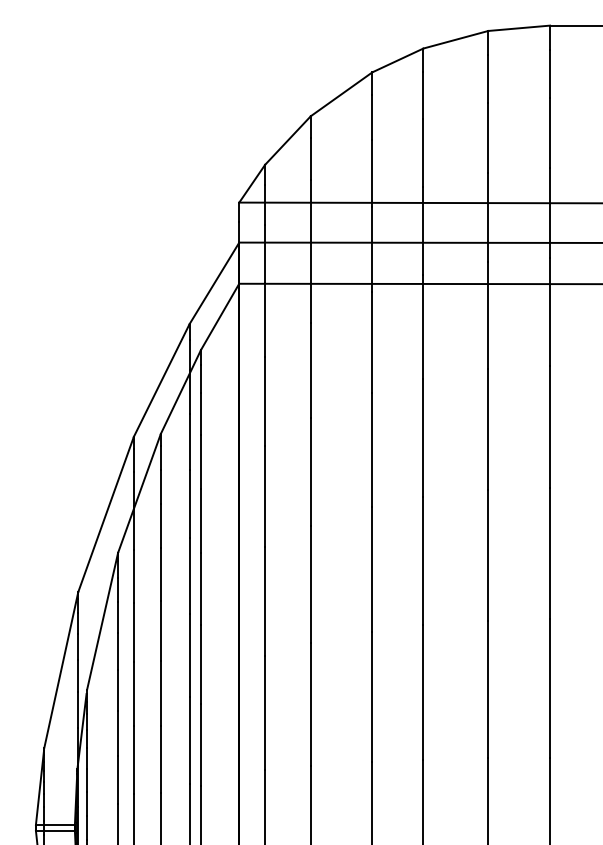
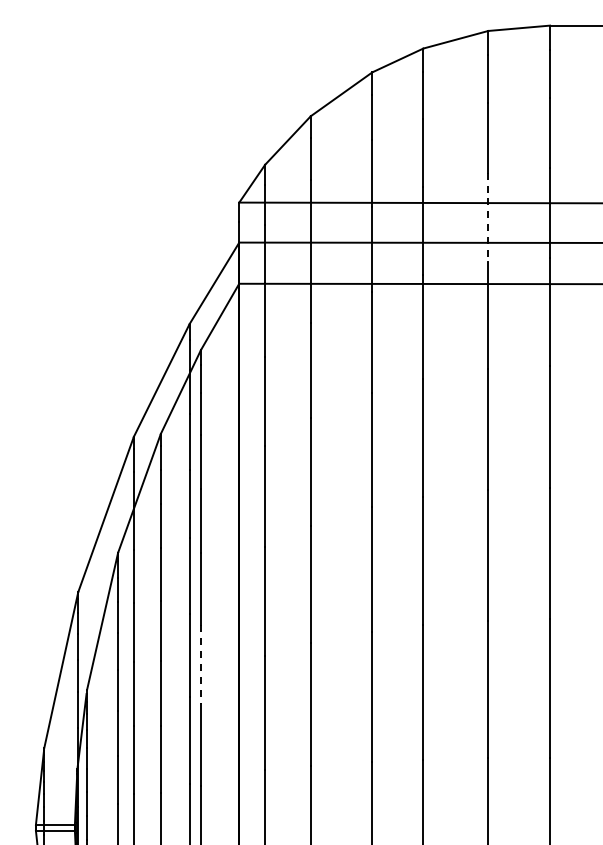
line at (488, 217): solid -> dashed
line at (200, 664): solid -> dashed
